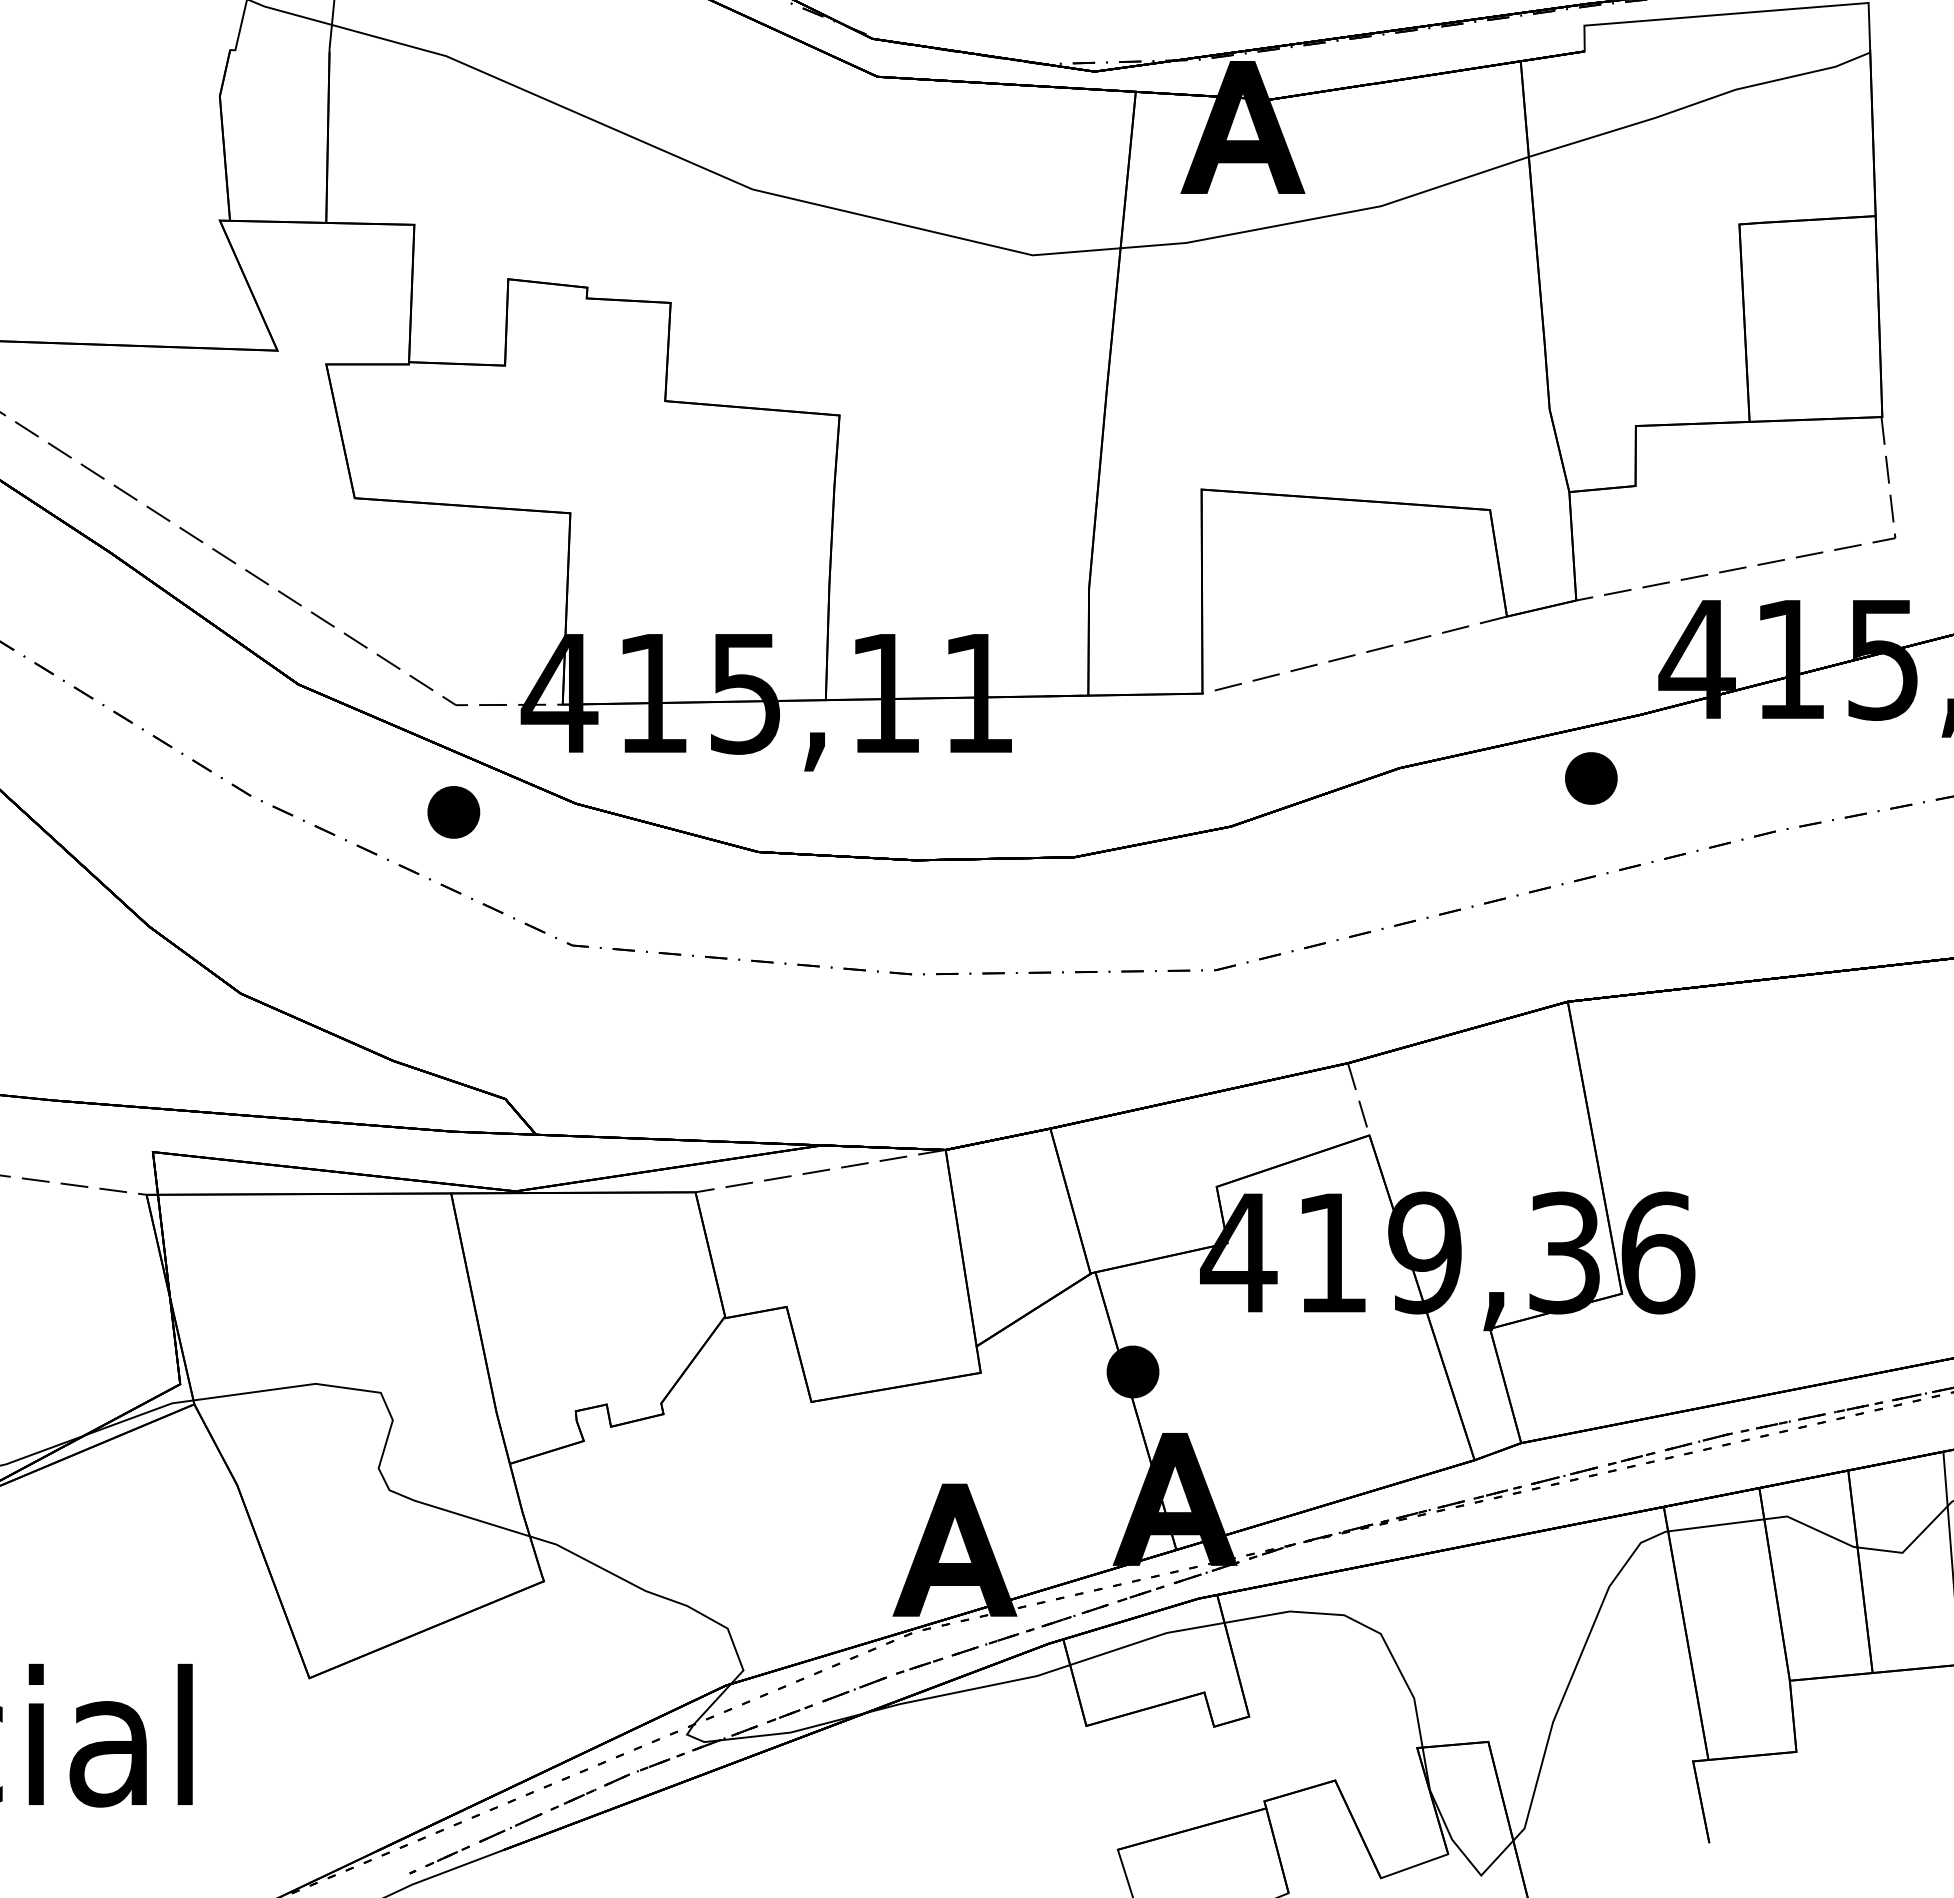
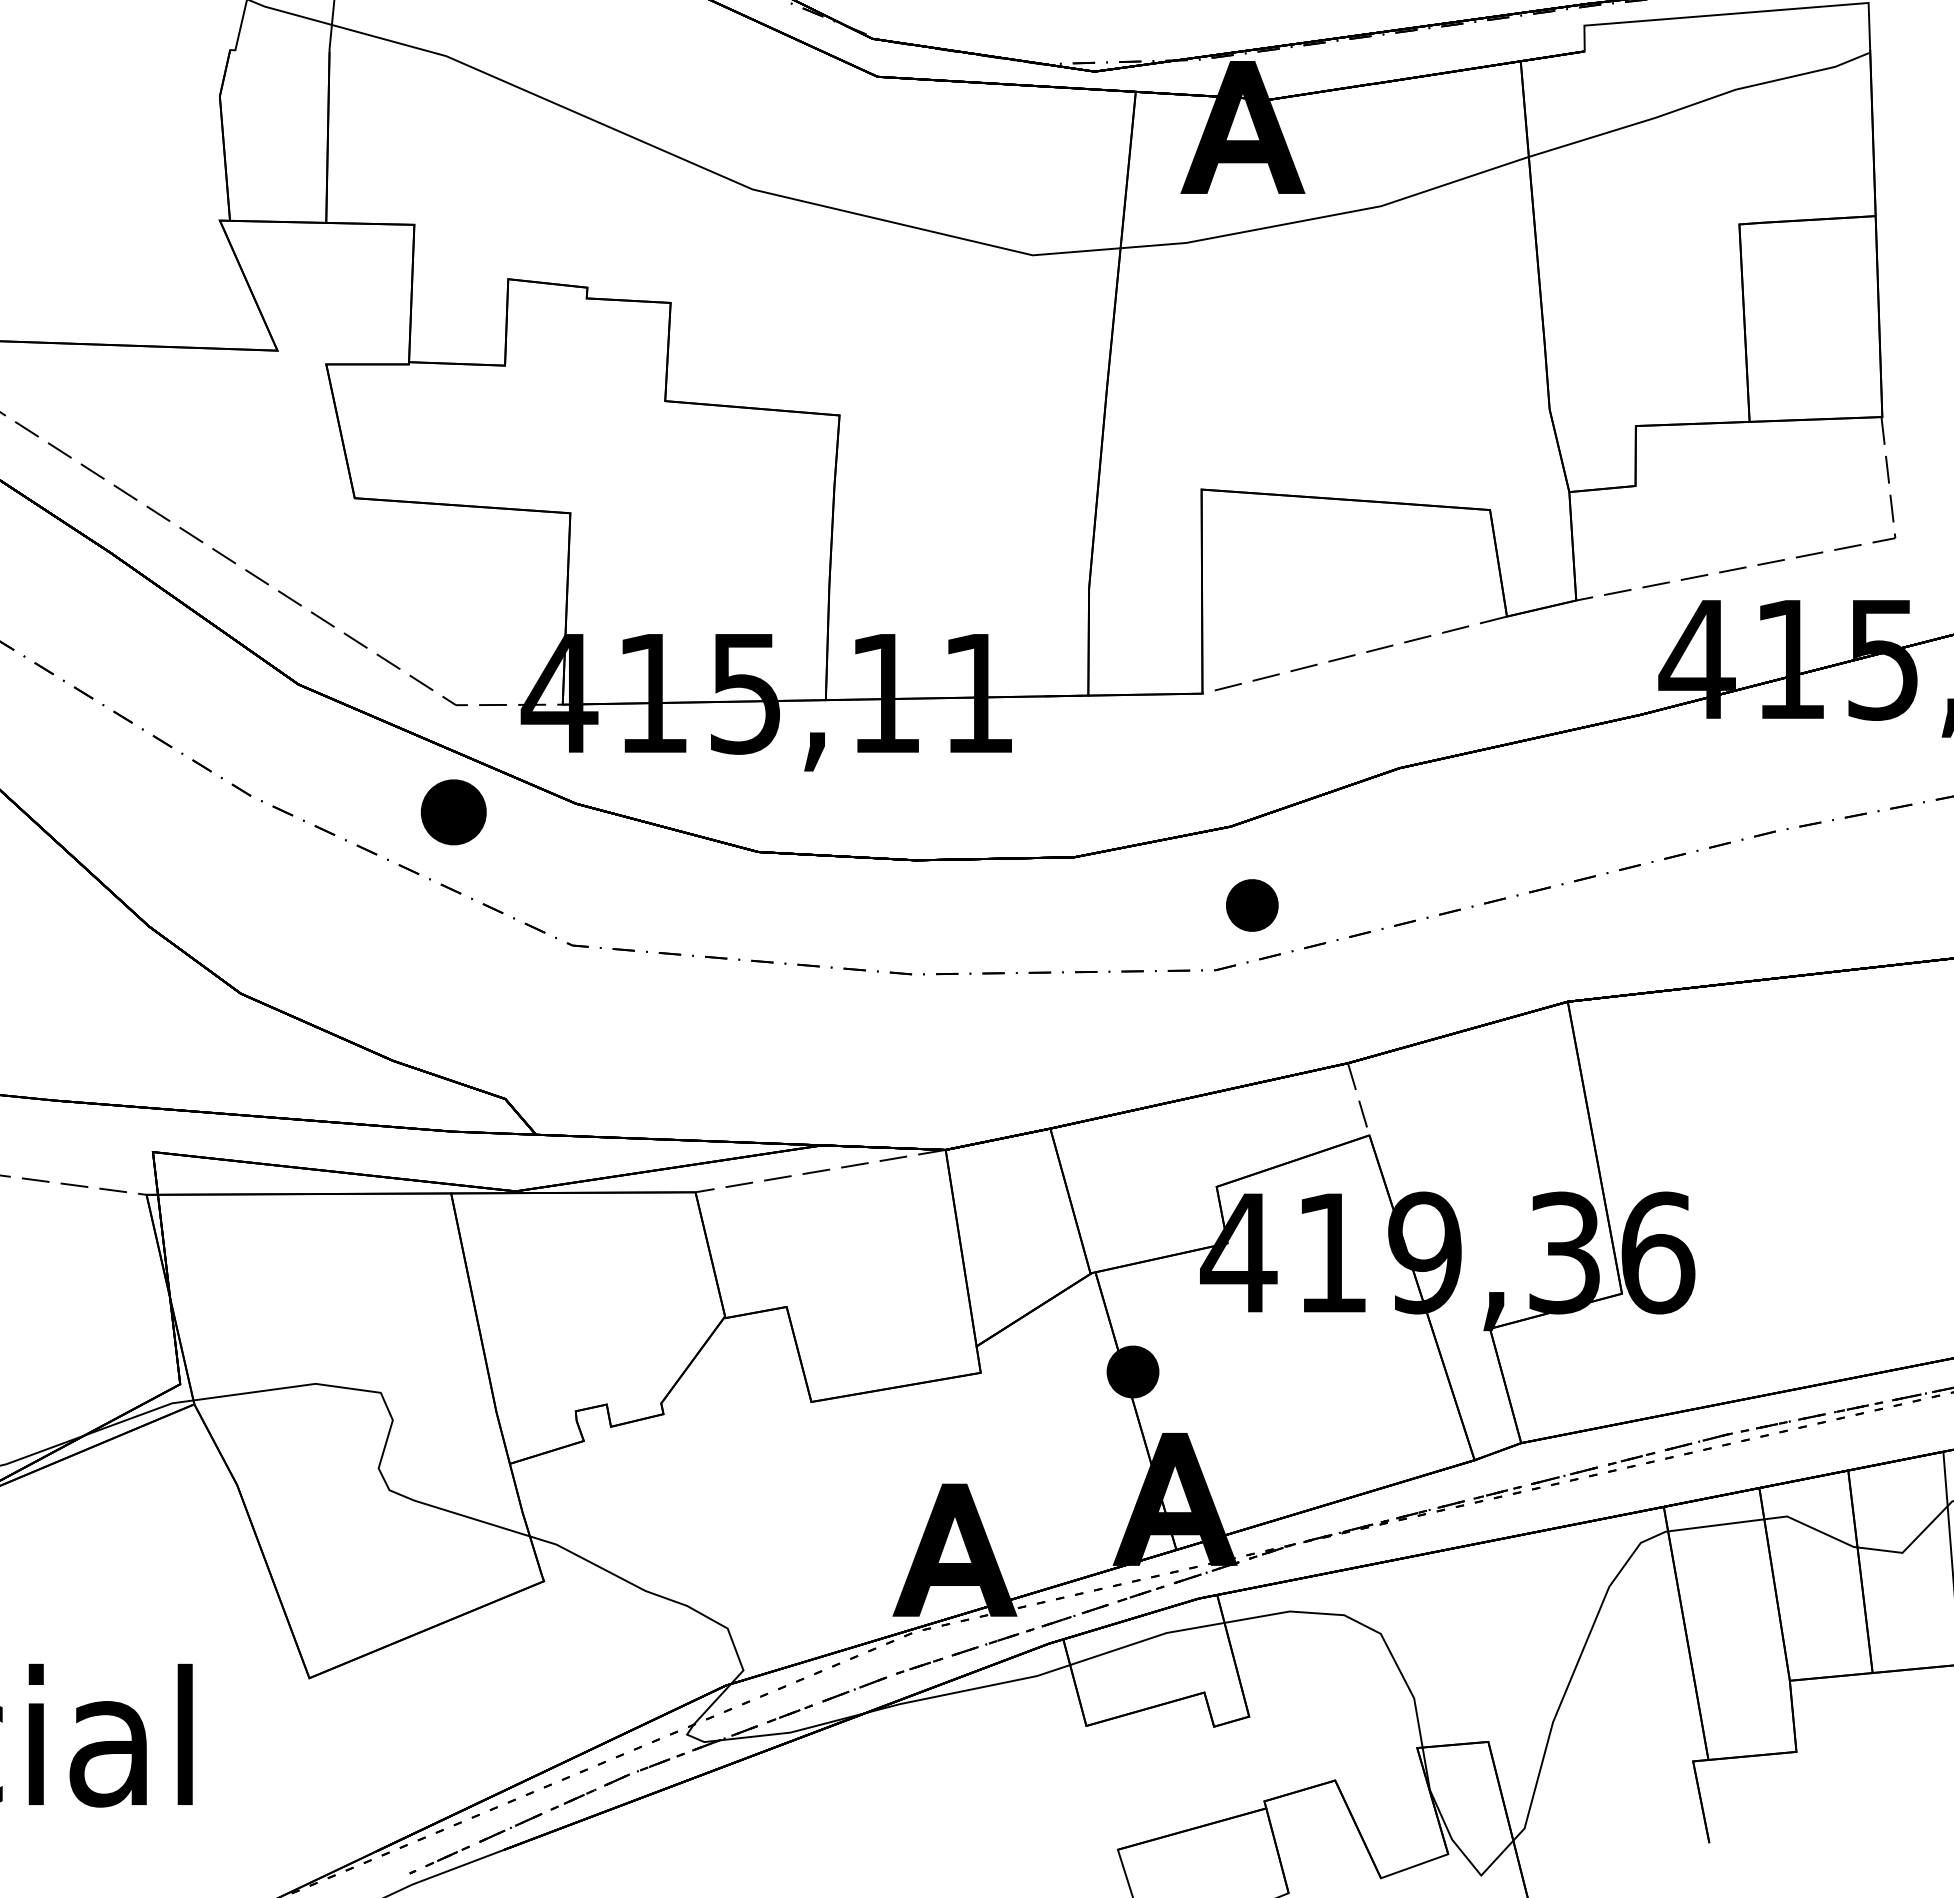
part at (1591, 778) position: (1591, 778) -> (1252, 905)
part at (453, 812) size: 54x53 px -> 67x67 px
